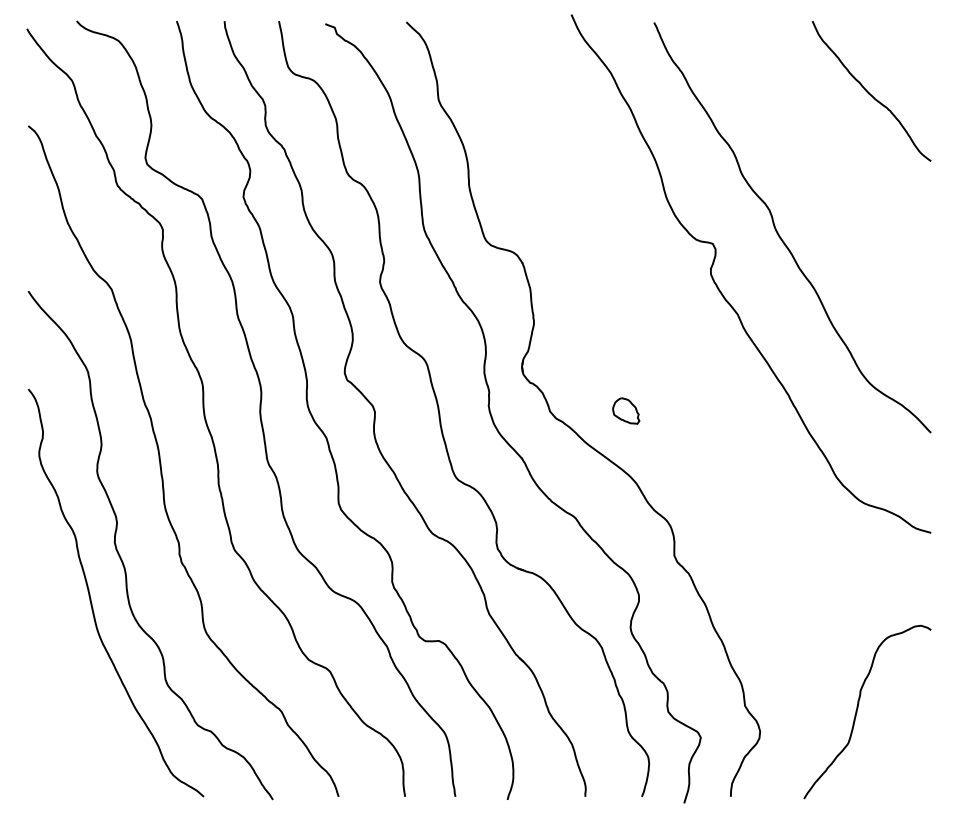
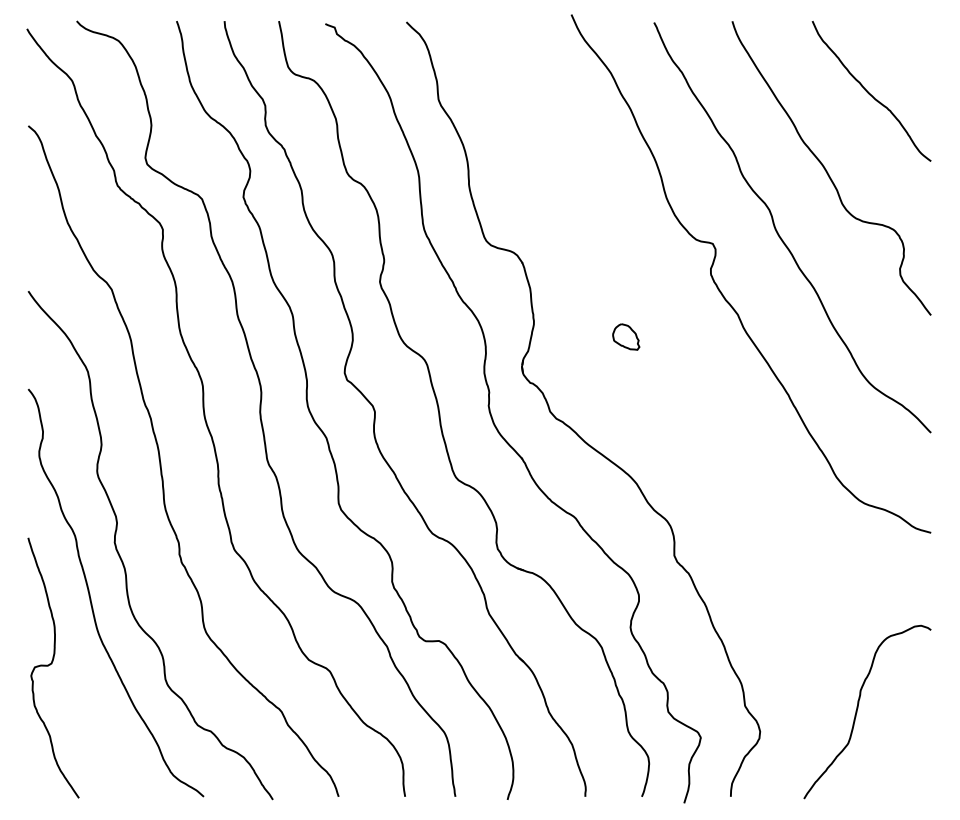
curve at (827, 171): none -> present
part at (626, 410) position: (626, 410) -> (626, 336)
curve at (51, 664): none -> present
